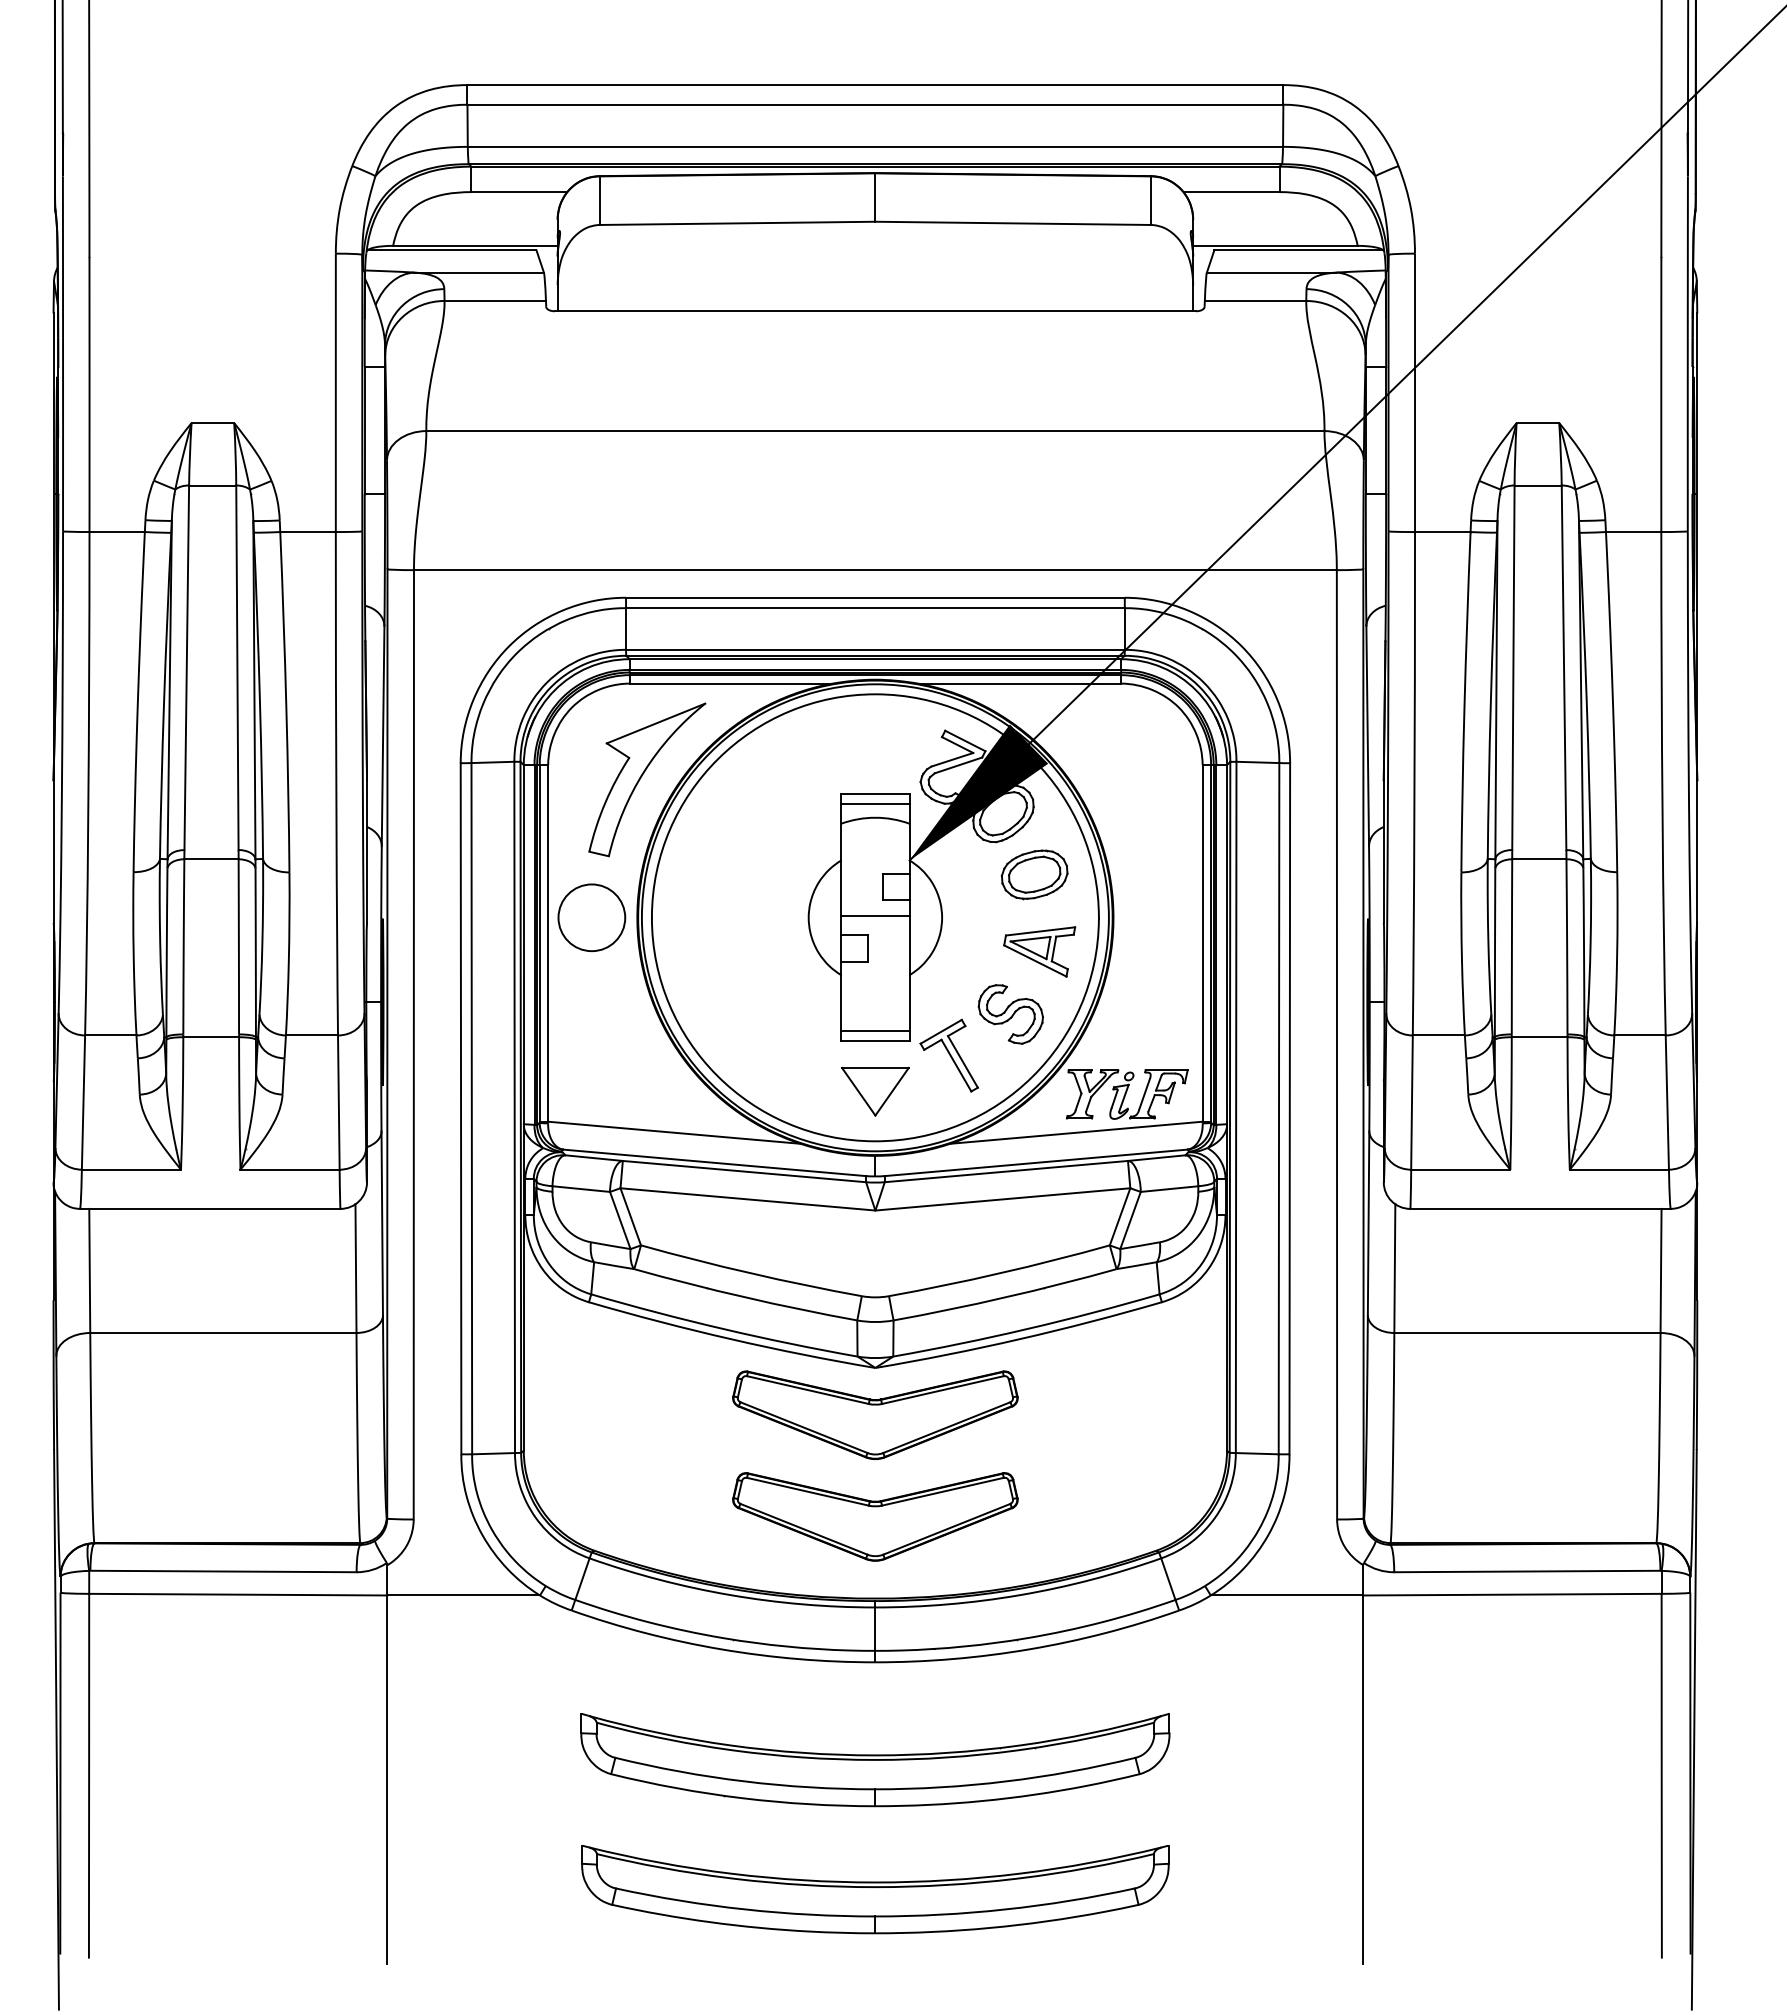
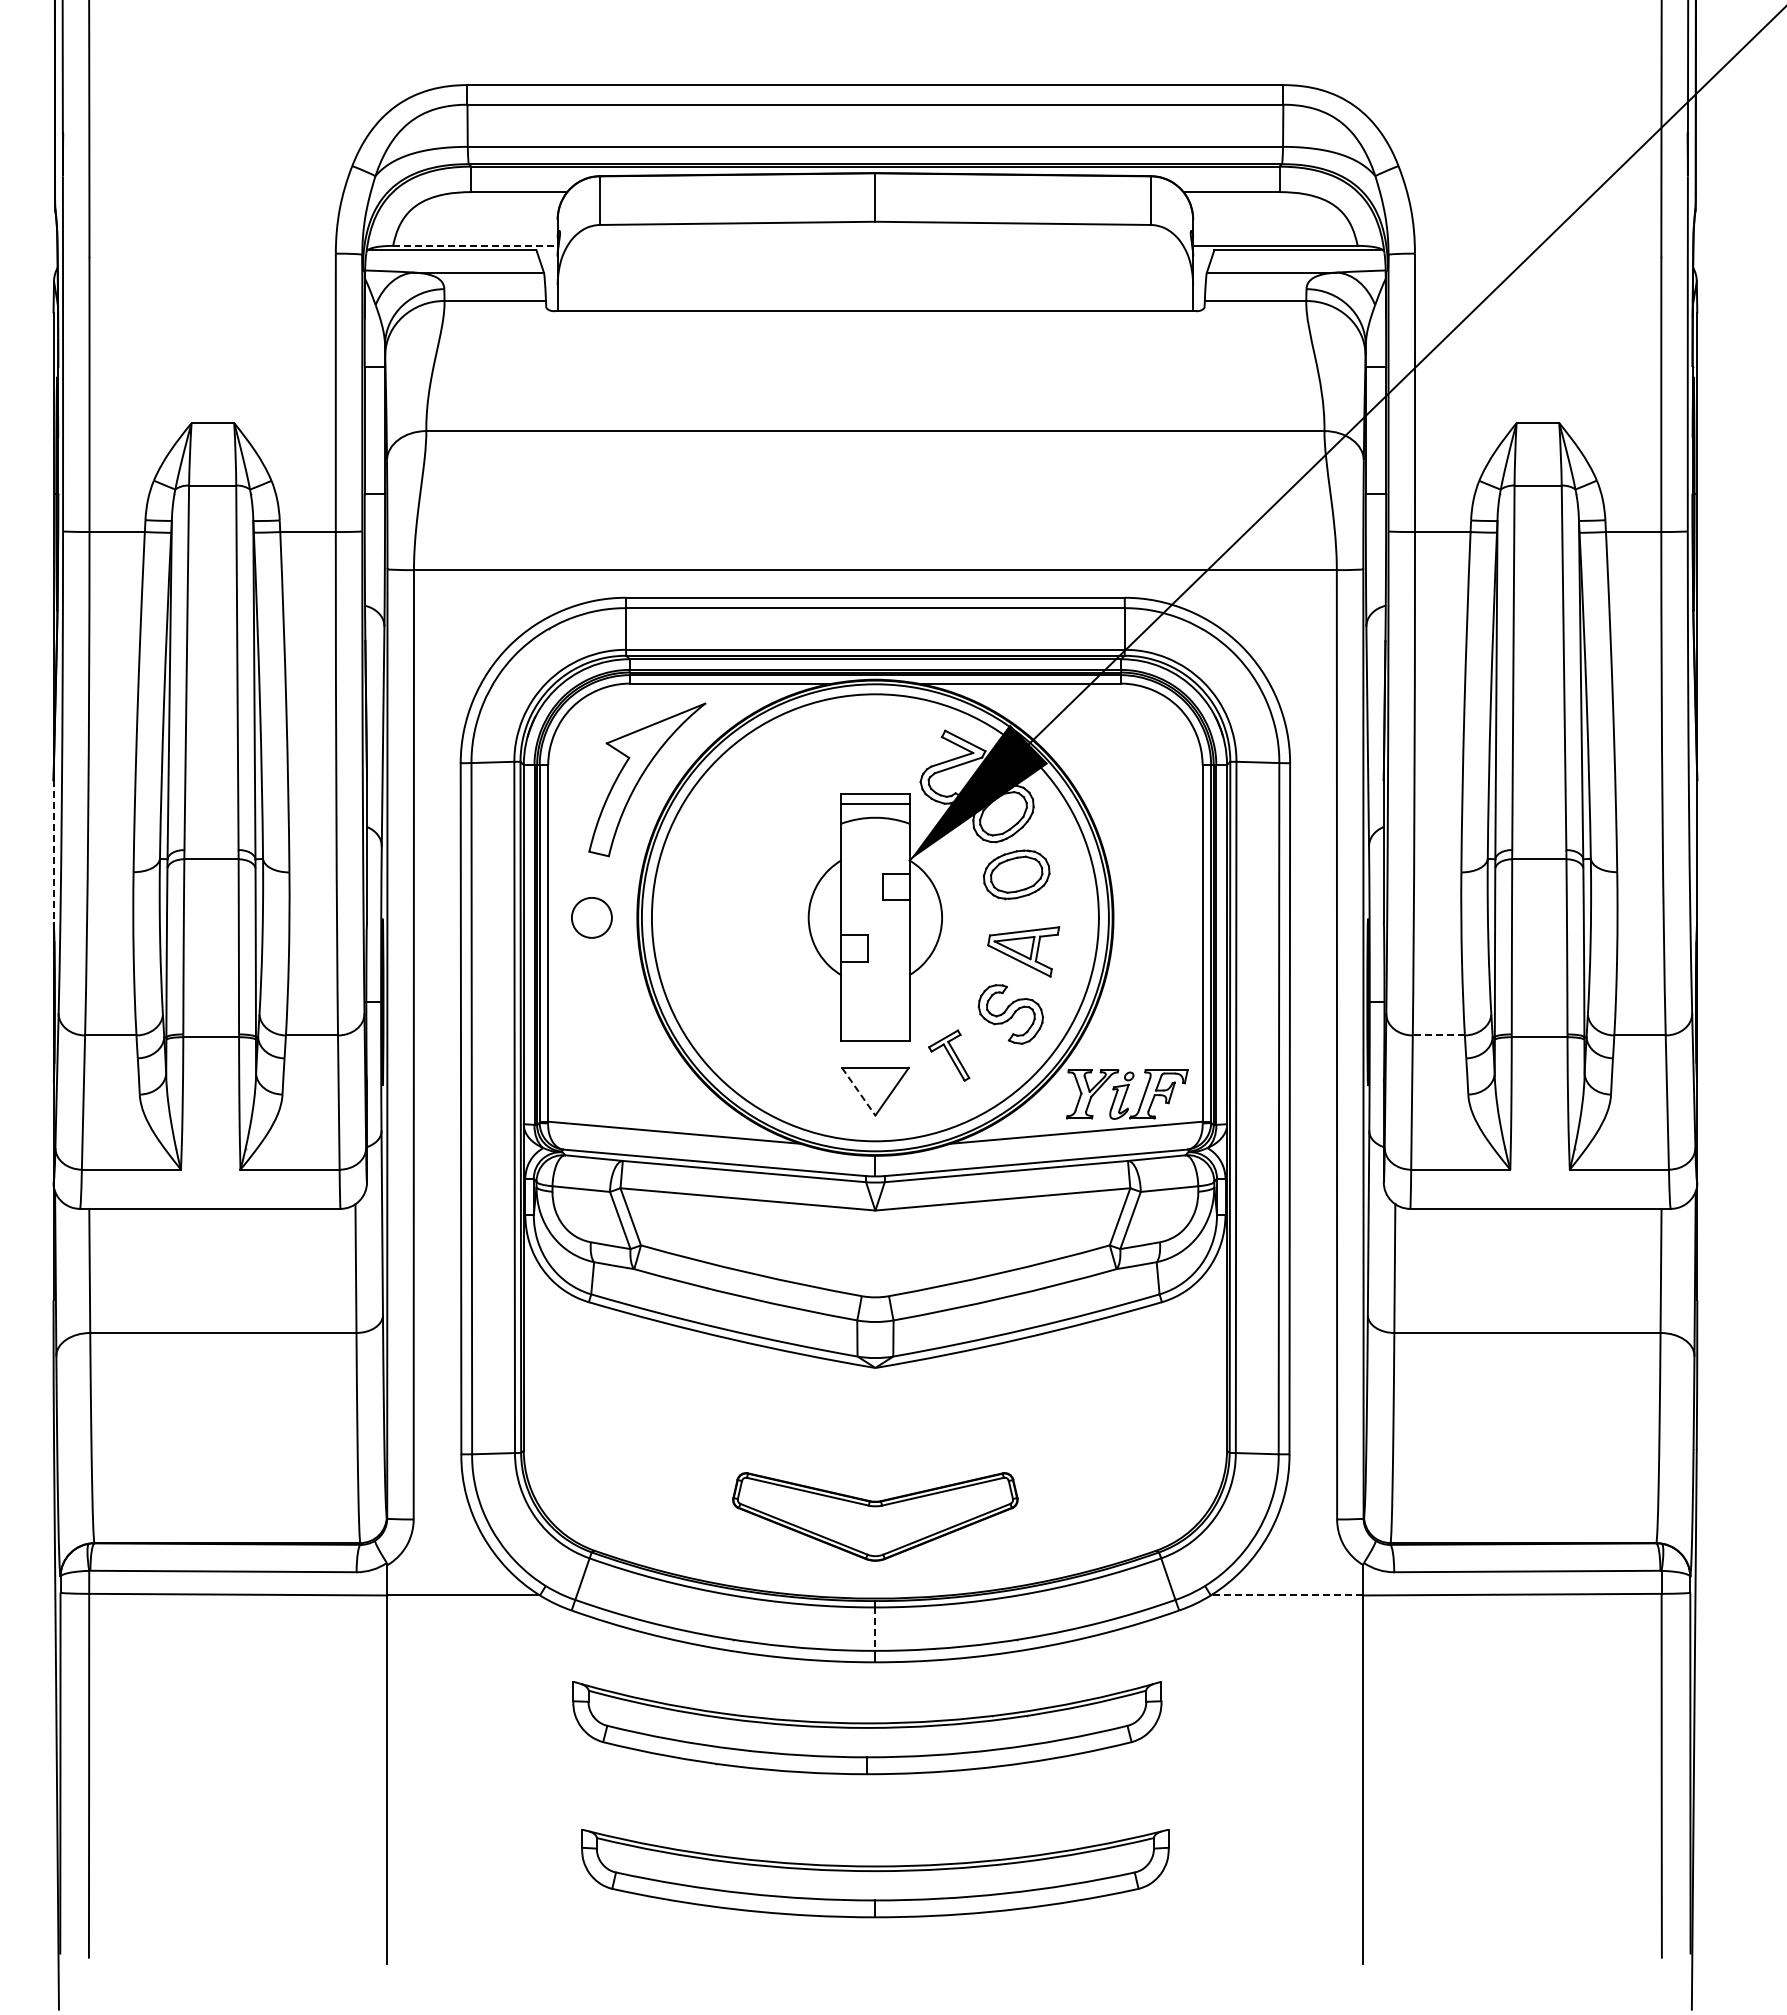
line at (475, 245): solid -> dashed
line at (53, 852): solid -> dashed
part at (1034, 874) position: (1034, 874) -> (1016, 874)
line at (875, 915): present -> none
circle at (591, 917) size: 70x70 px -> 42x42 px
part at (1039, 951) position: (1039, 951) -> (1023, 951)
line at (875, 1031): present -> none
line at (1438, 1035): solid -> dashed
part at (948, 1055) size: 60x75 px -> 43x53 px
line at (859, 1092): solid -> dashed
part at (875, 1414): present -> none
line at (1286, 1595): solid -> dashed
line at (875, 1629): solid -> dashed
part at (875, 1760) position: (875, 1760) -> (867, 1728)
part at (875, 1889) position: (875, 1889) -> (875, 1873)
